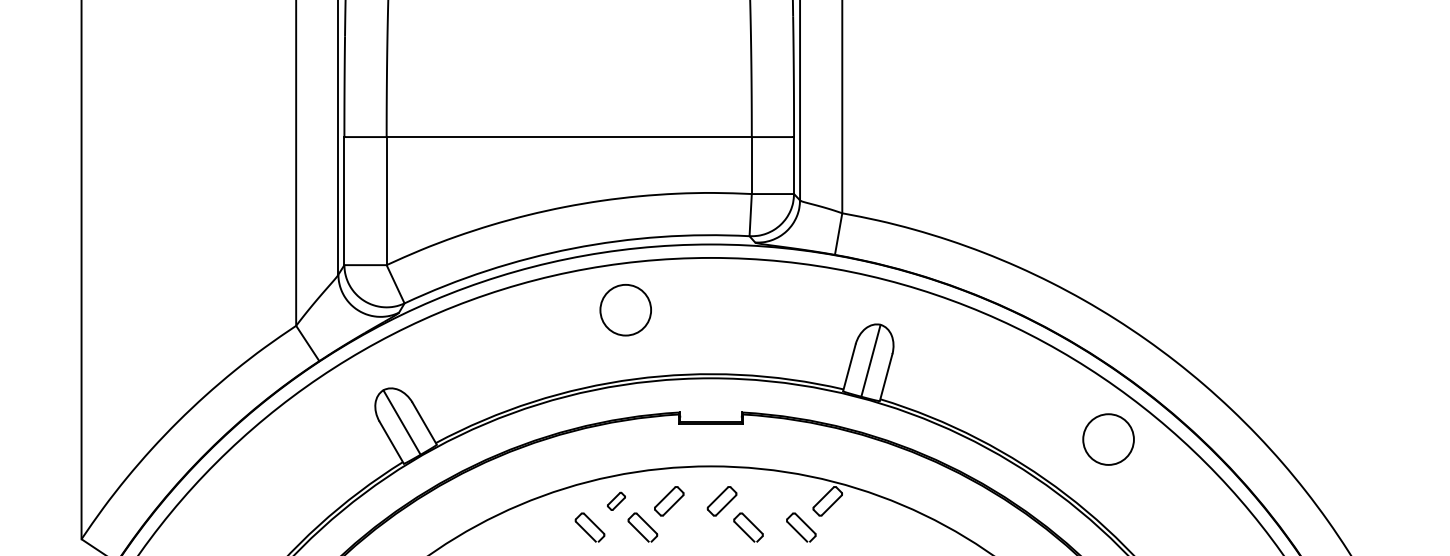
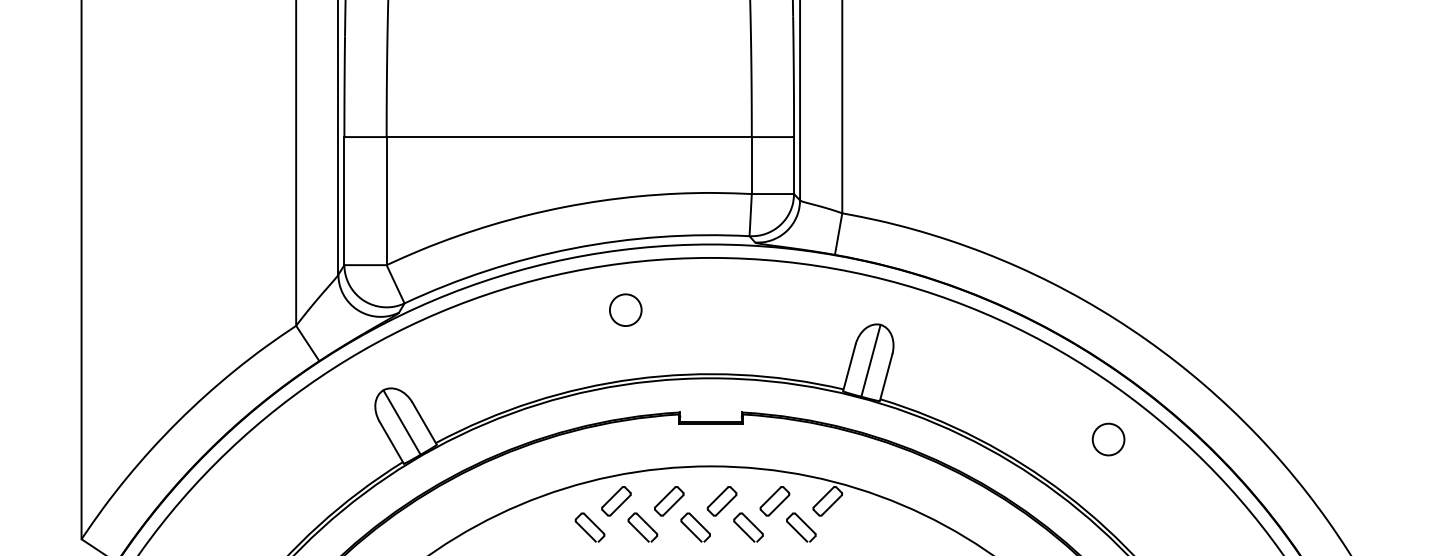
circle at (625, 309) diameter: 51 px -> 32 px
circle at (1108, 439) diameter: 51 px -> 32 px
part at (616, 500) size: 19x20 px -> 31x31 px
part at (774, 501): none -> present
part at (695, 527): none -> present
